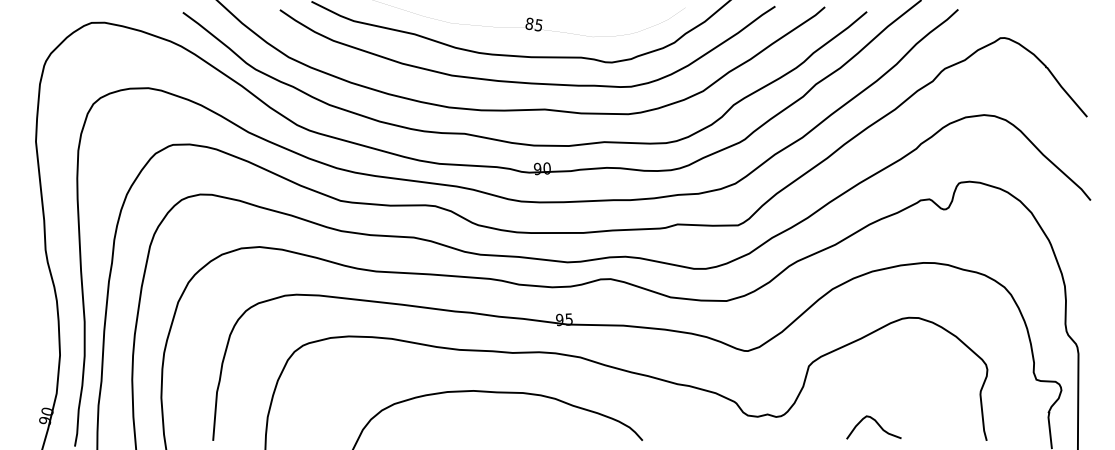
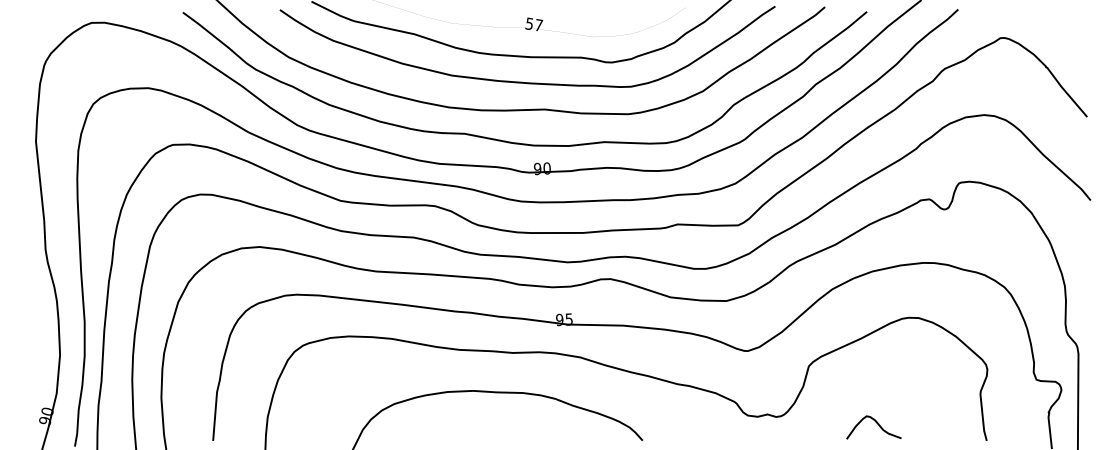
text at (534, 24): 85 -> 57
